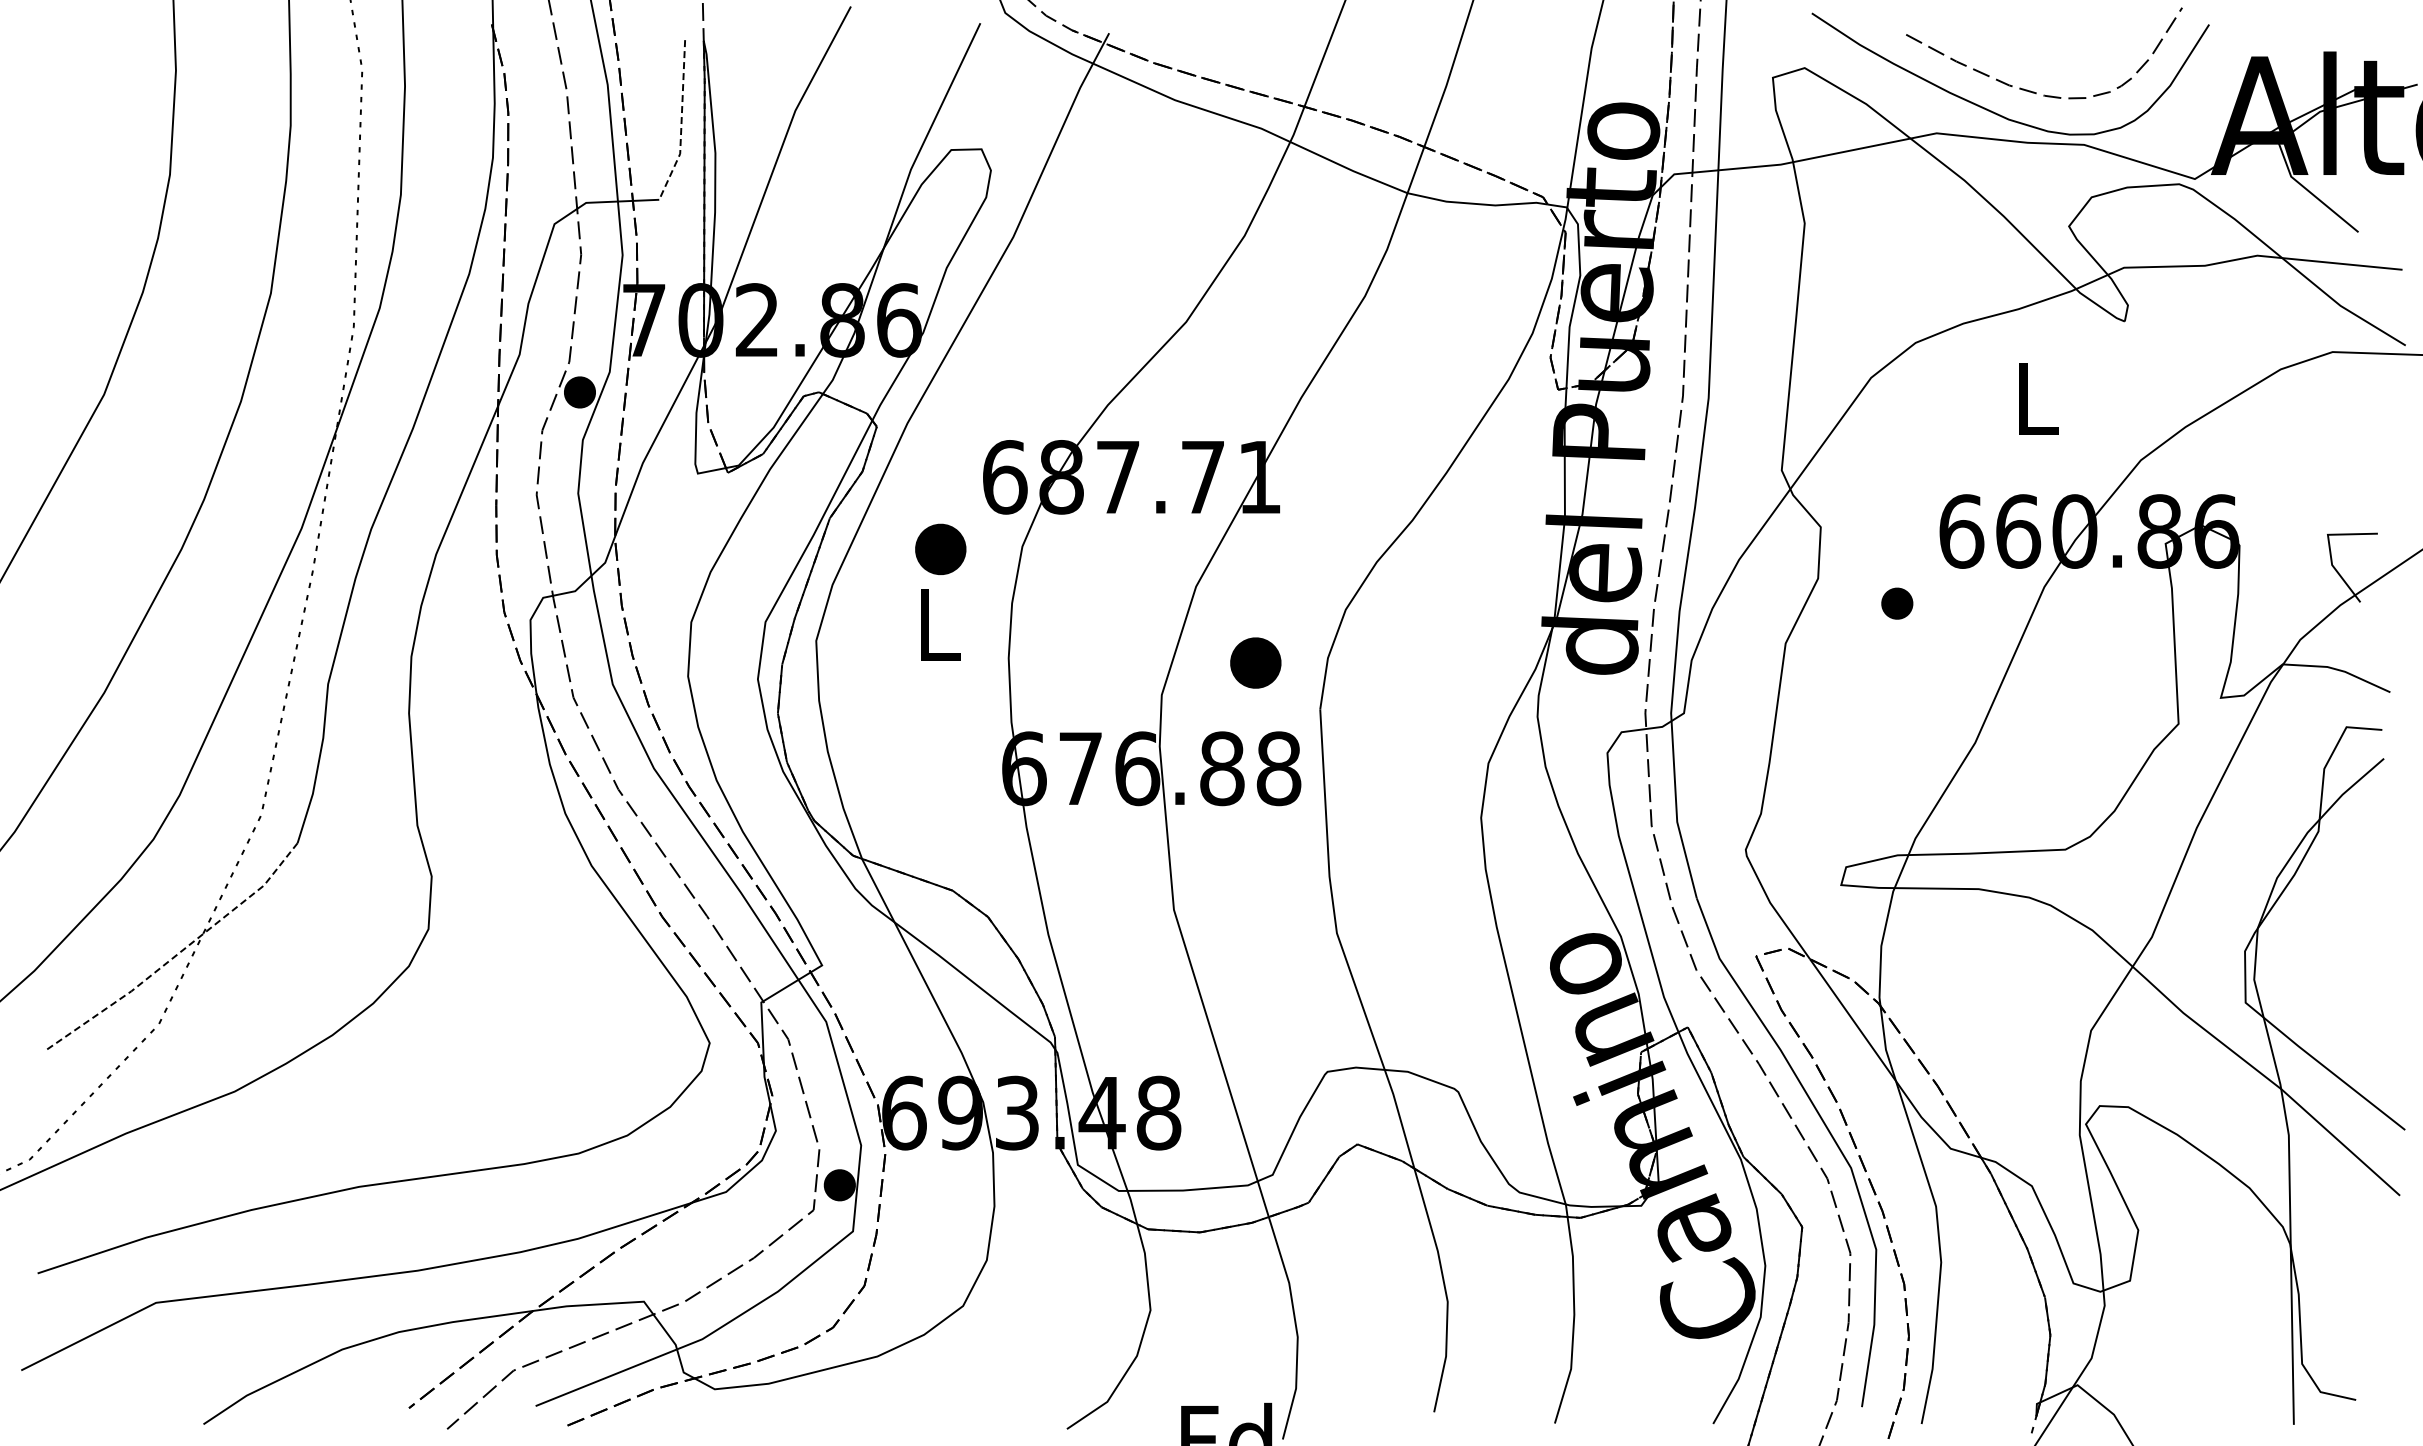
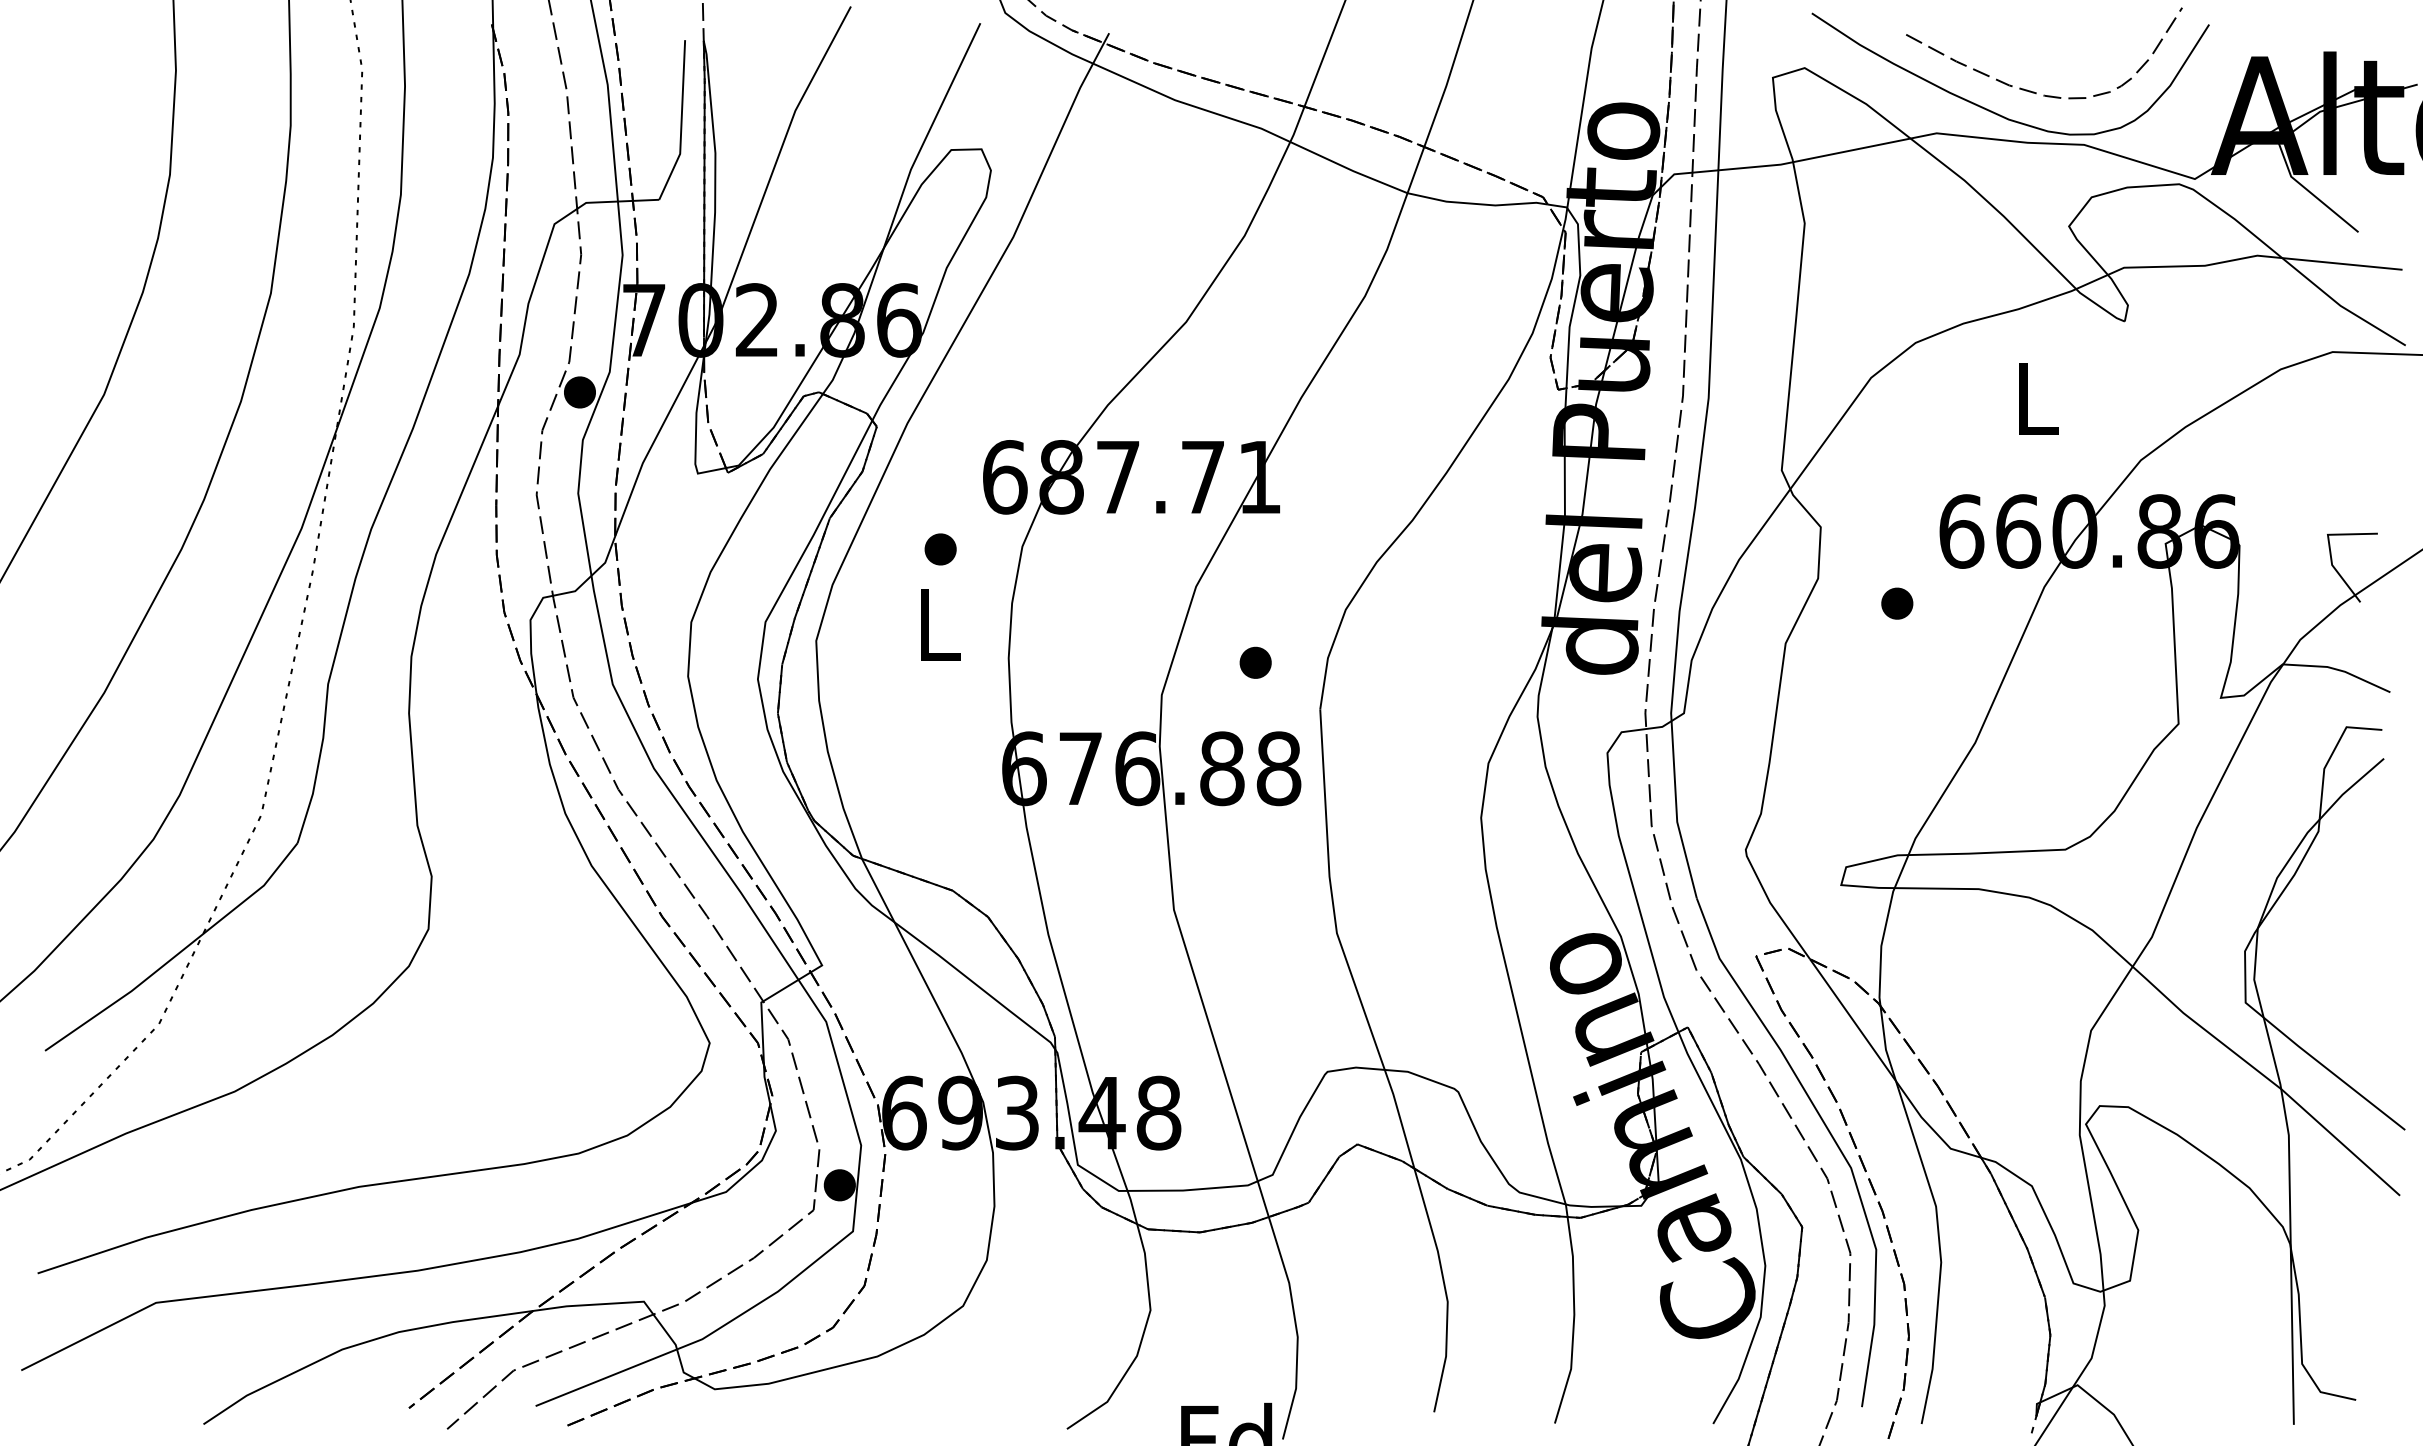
line at (681, 122): dashed -> solid
part at (940, 548) size: 52x52 px -> 33x33 px
part at (1255, 662) size: 52x52 px -> 33x33 px
line at (177, 954): dashed -> solid
